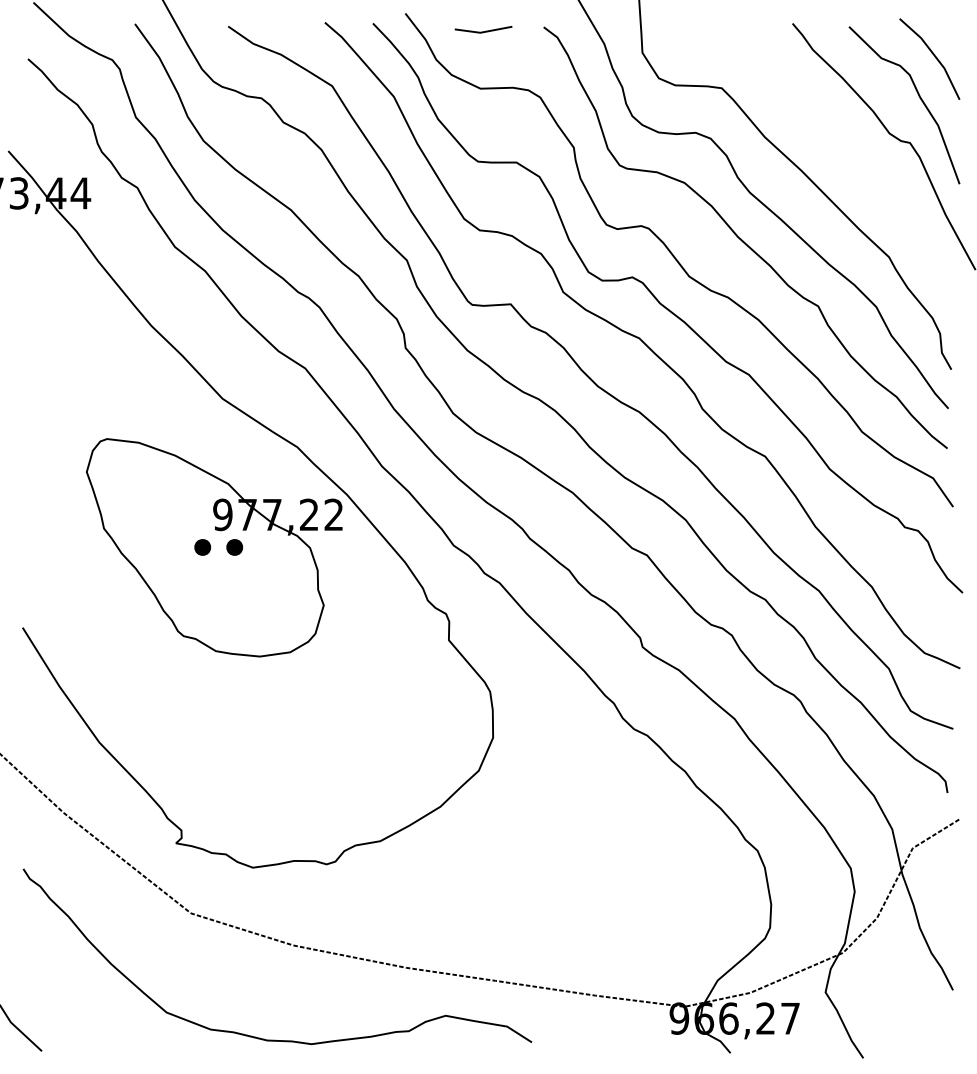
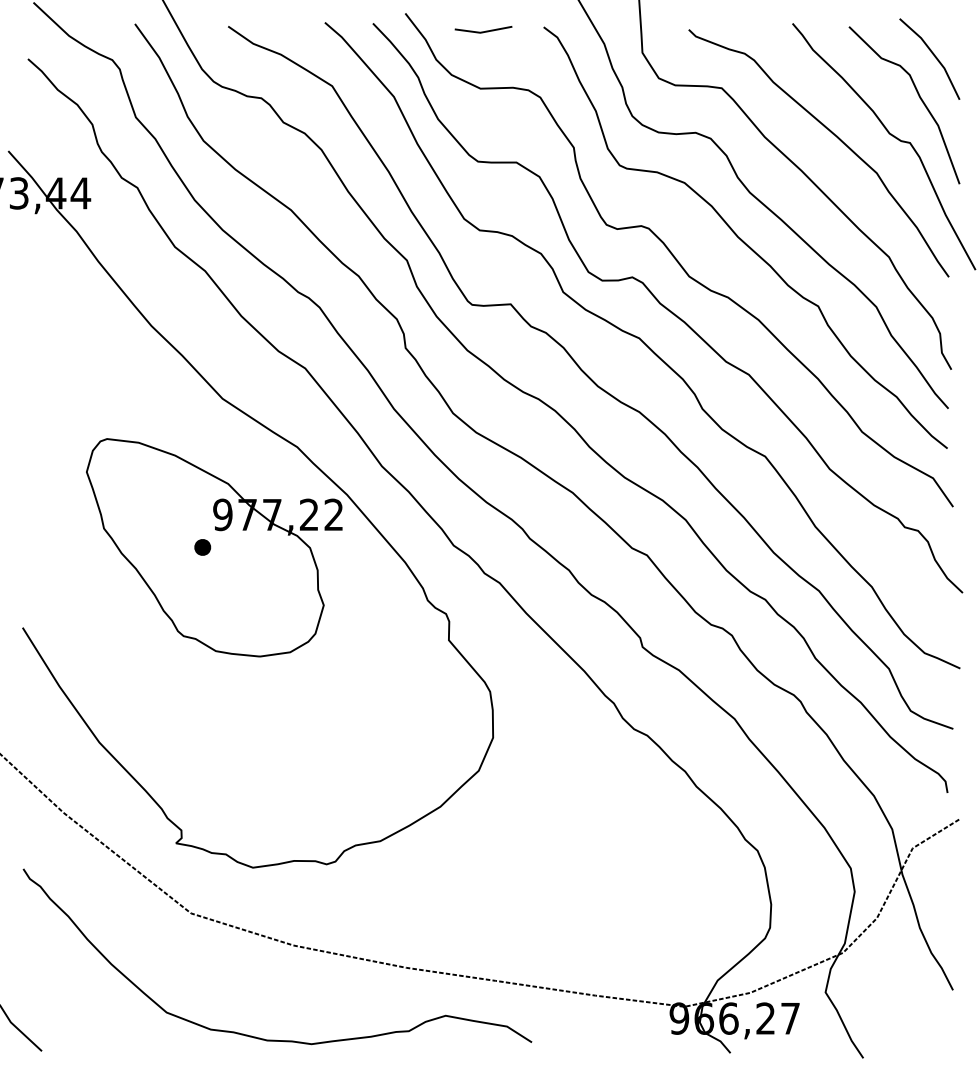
curve at (832, 134): none -> present
part at (234, 547): present -> none
